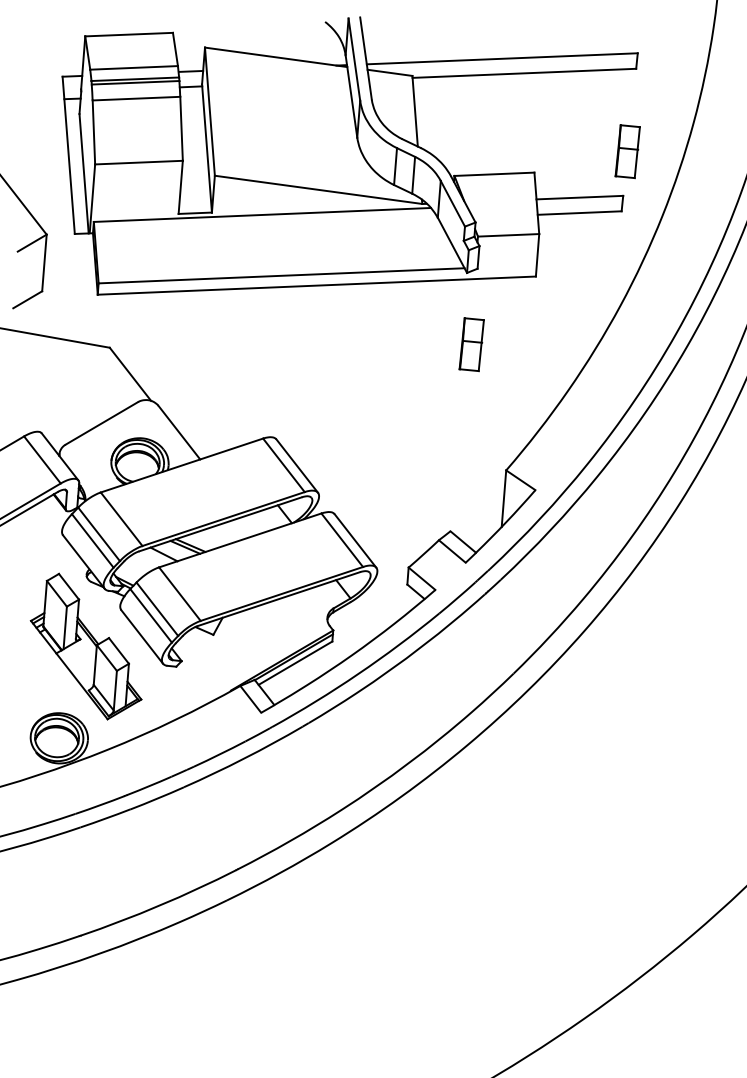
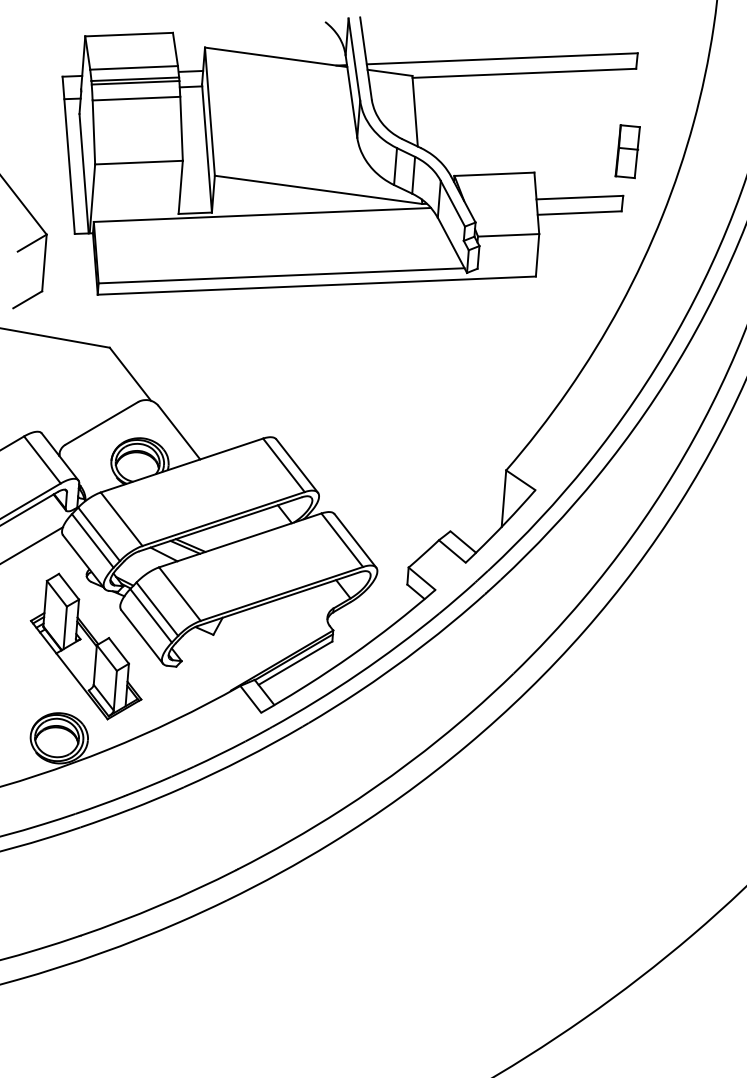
part at (471, 344): present -> none
line at (32, 544): none -> present
